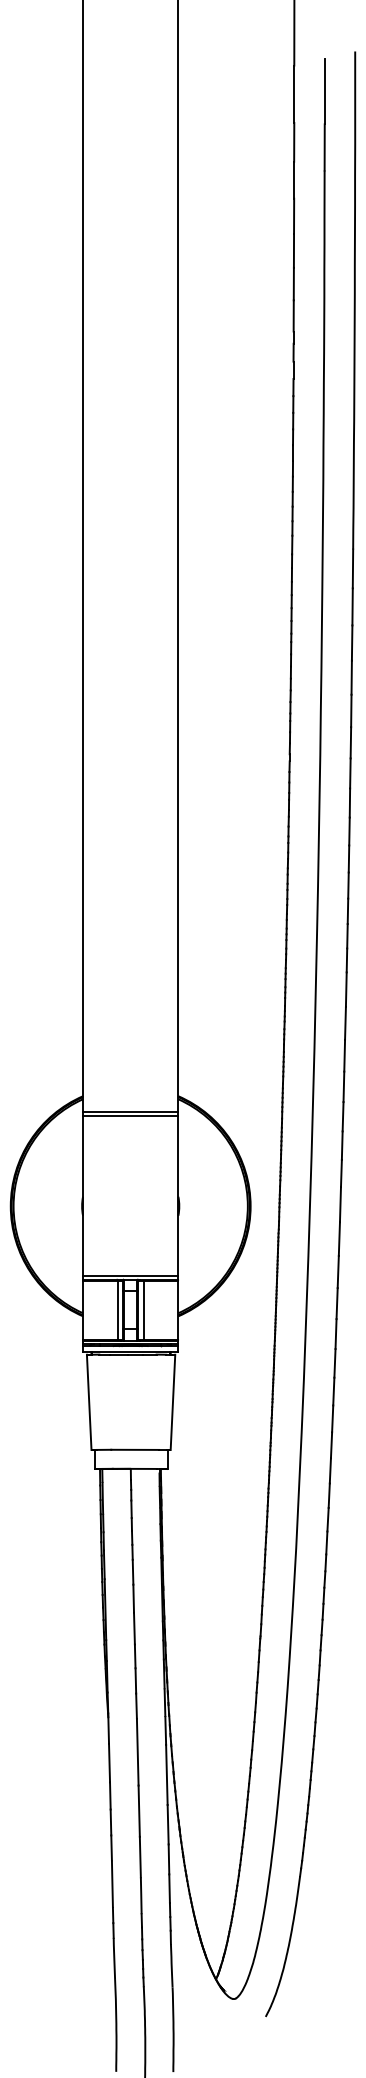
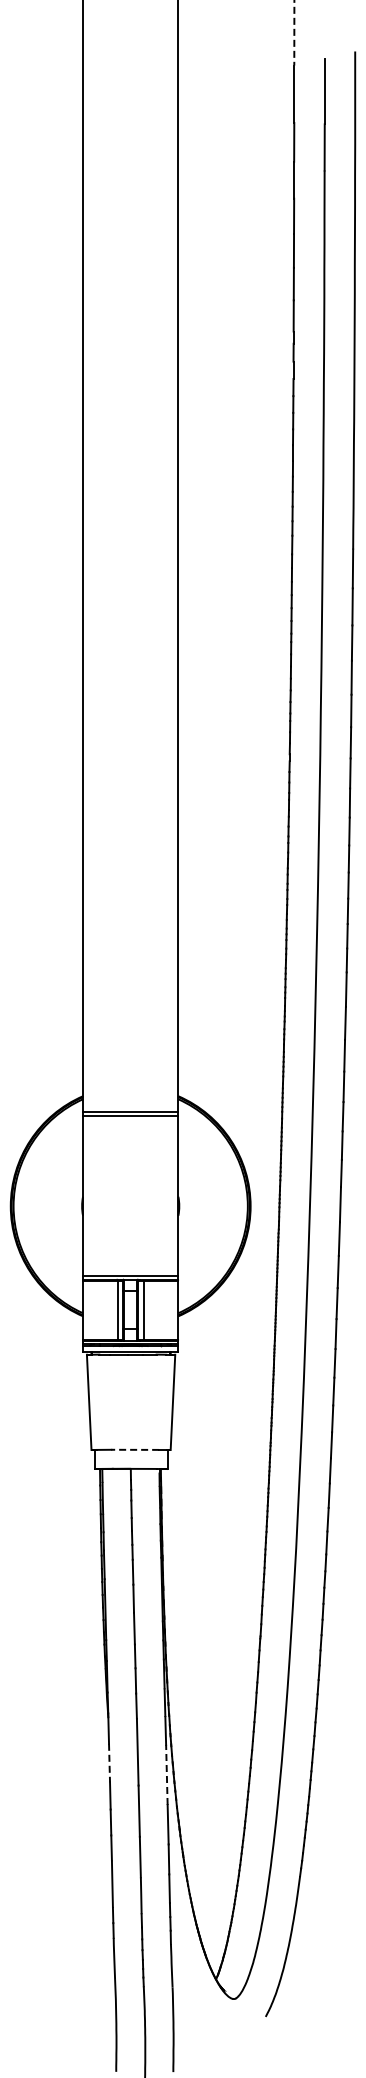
line at (294, 33): solid -> dashed
line at (135, 1449): solid -> dashed
line at (109, 1763): solid -> dashed
line at (166, 1774): solid -> dashed
